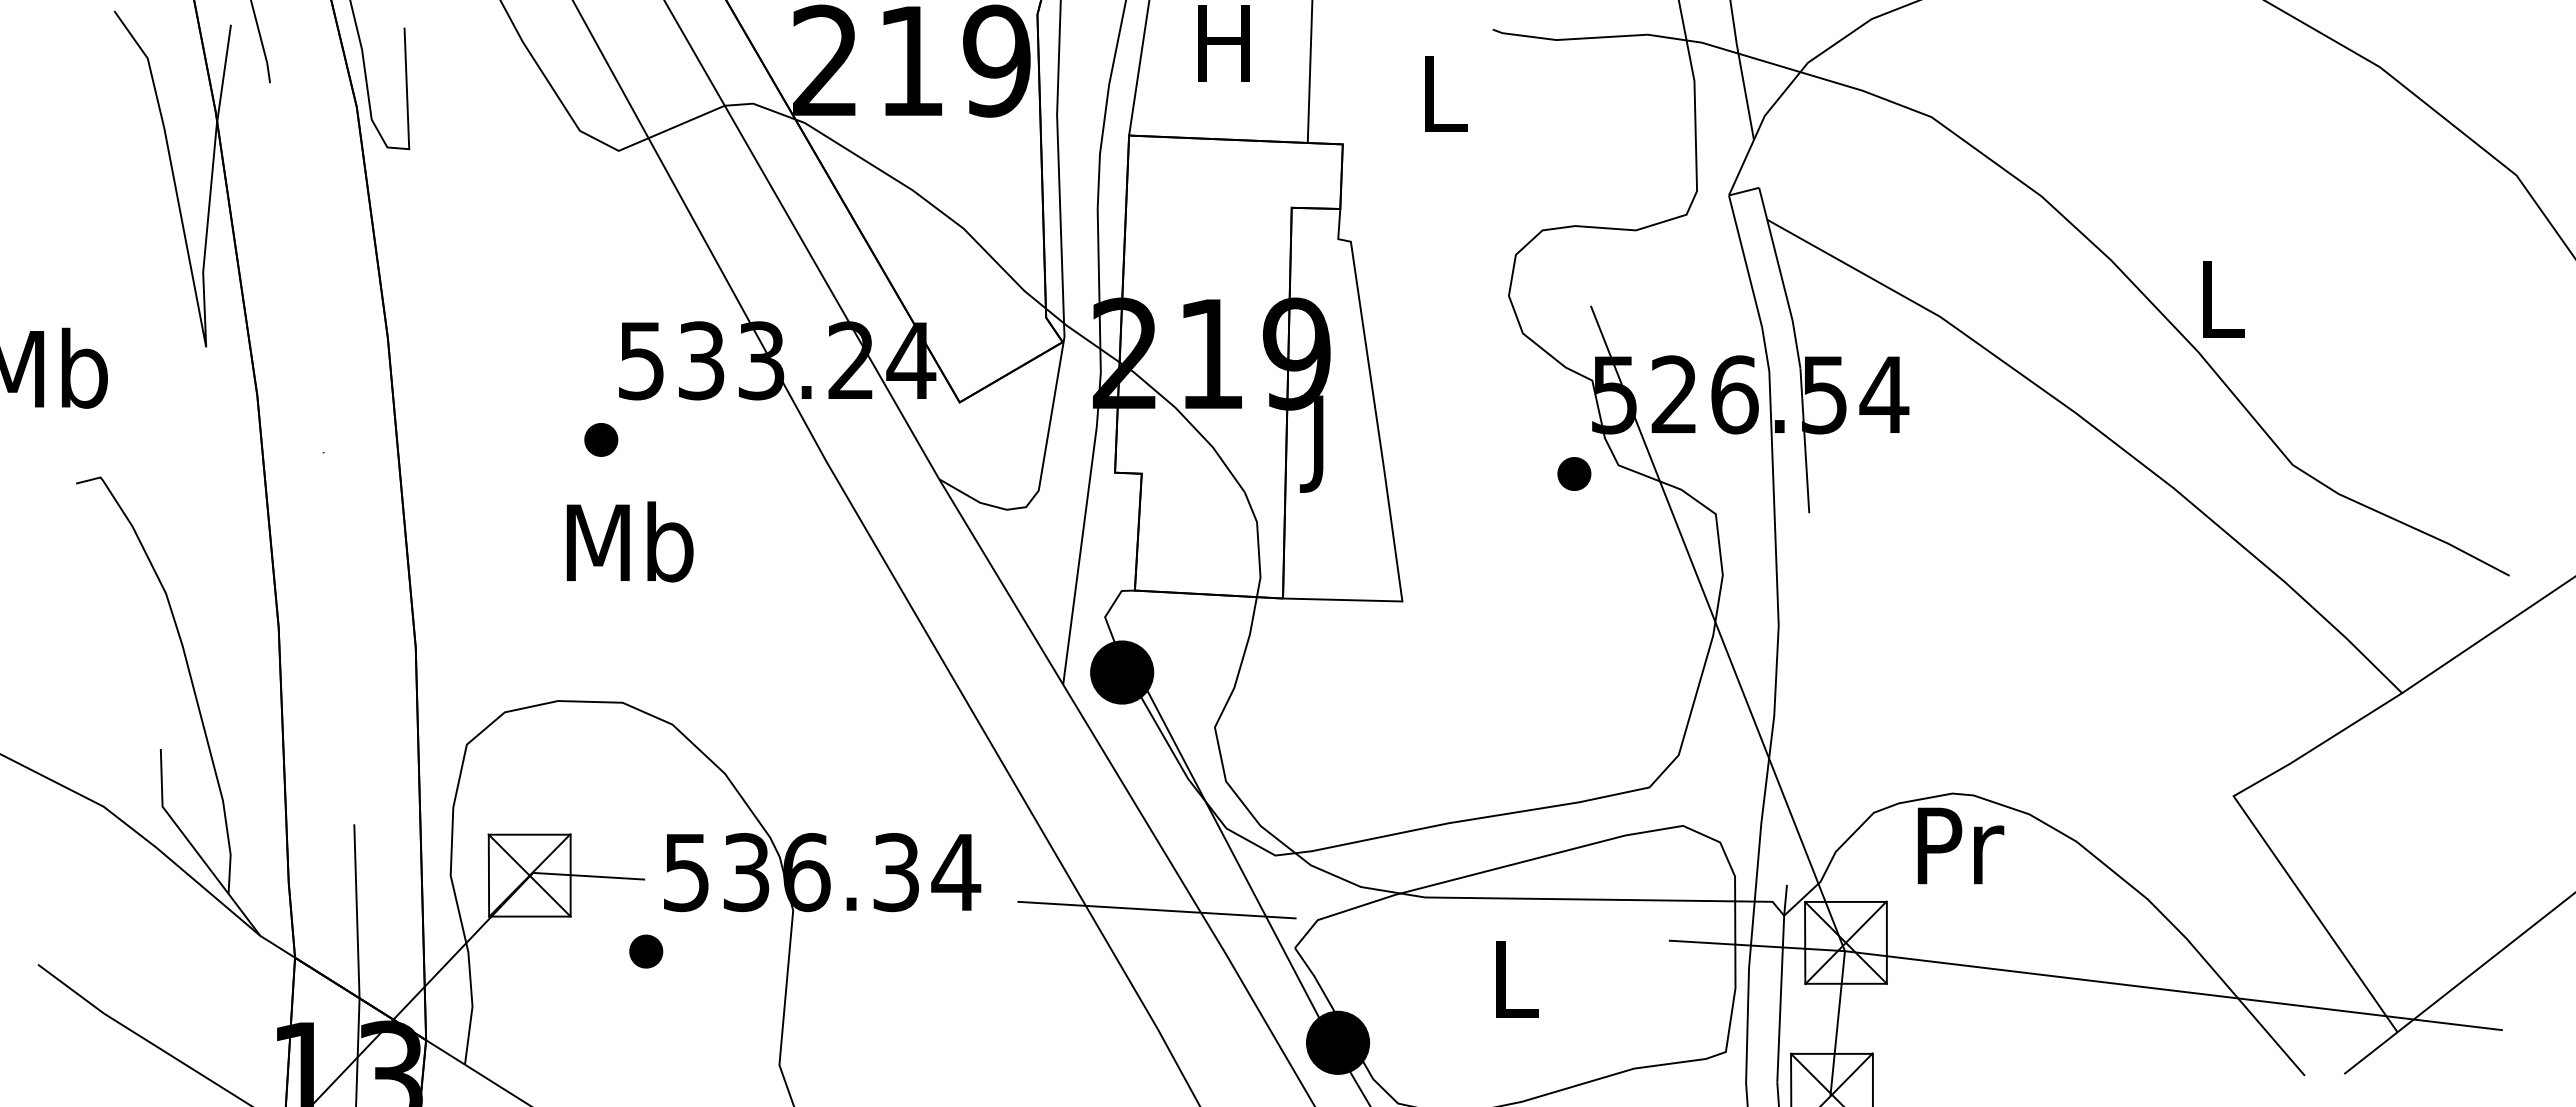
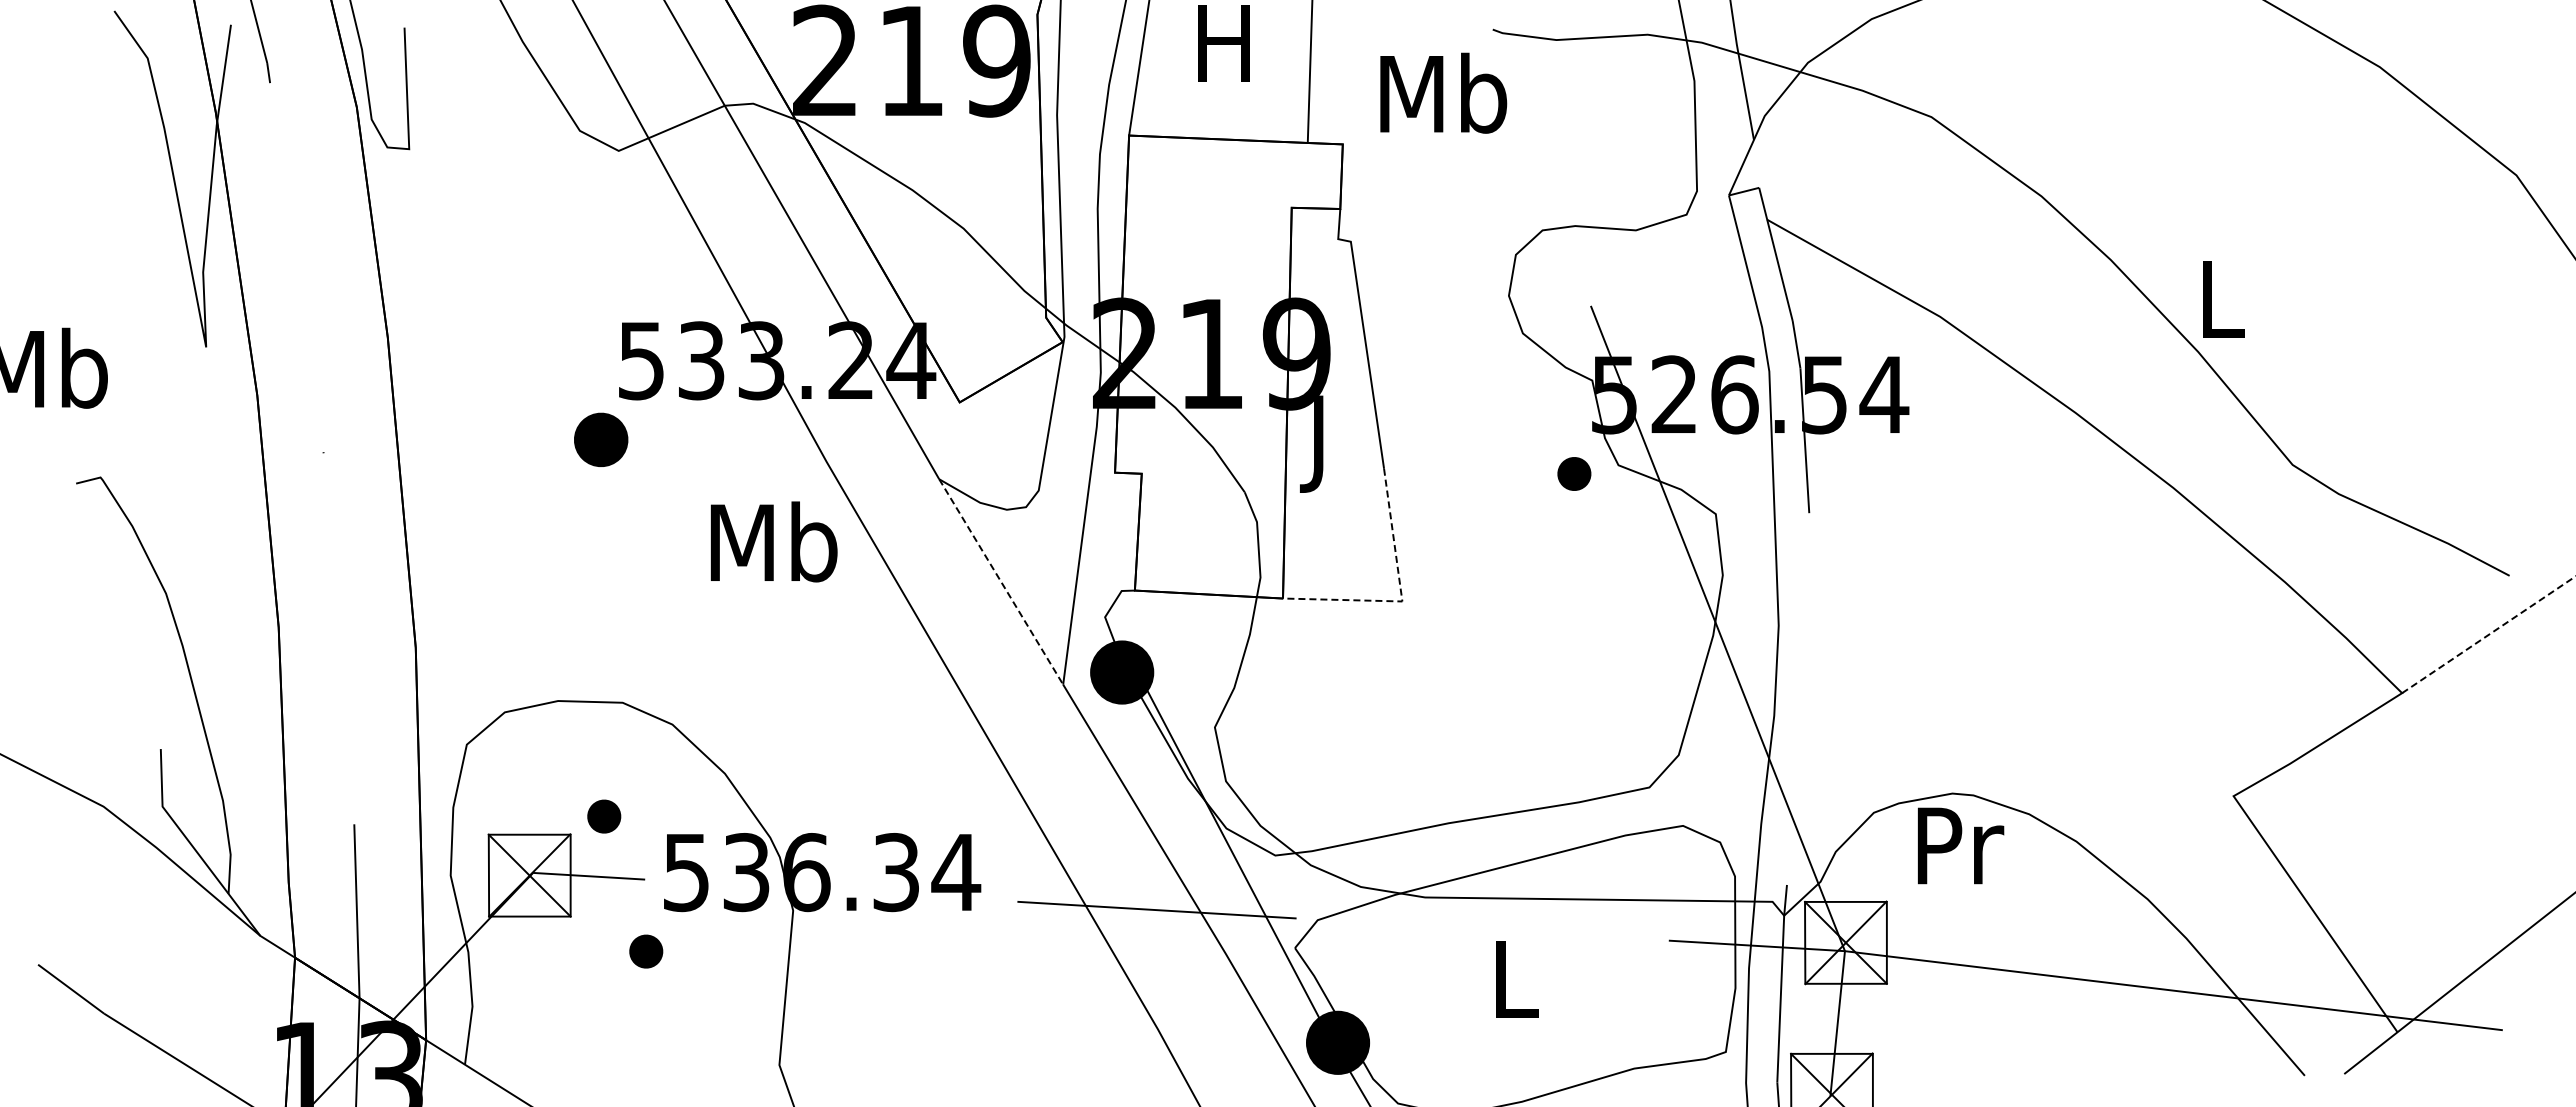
text at (1443, 92): L -> Mb
part at (601, 439) size: 35x34 px -> 55x55 px
text at (629, 541) position: (629, 541) -> (773, 541)
line at (1001, 581): solid -> dashed
line at (1401, 595): solid -> dashed
line at (2489, 634): solid -> dashed
part at (604, 816): none -> present
